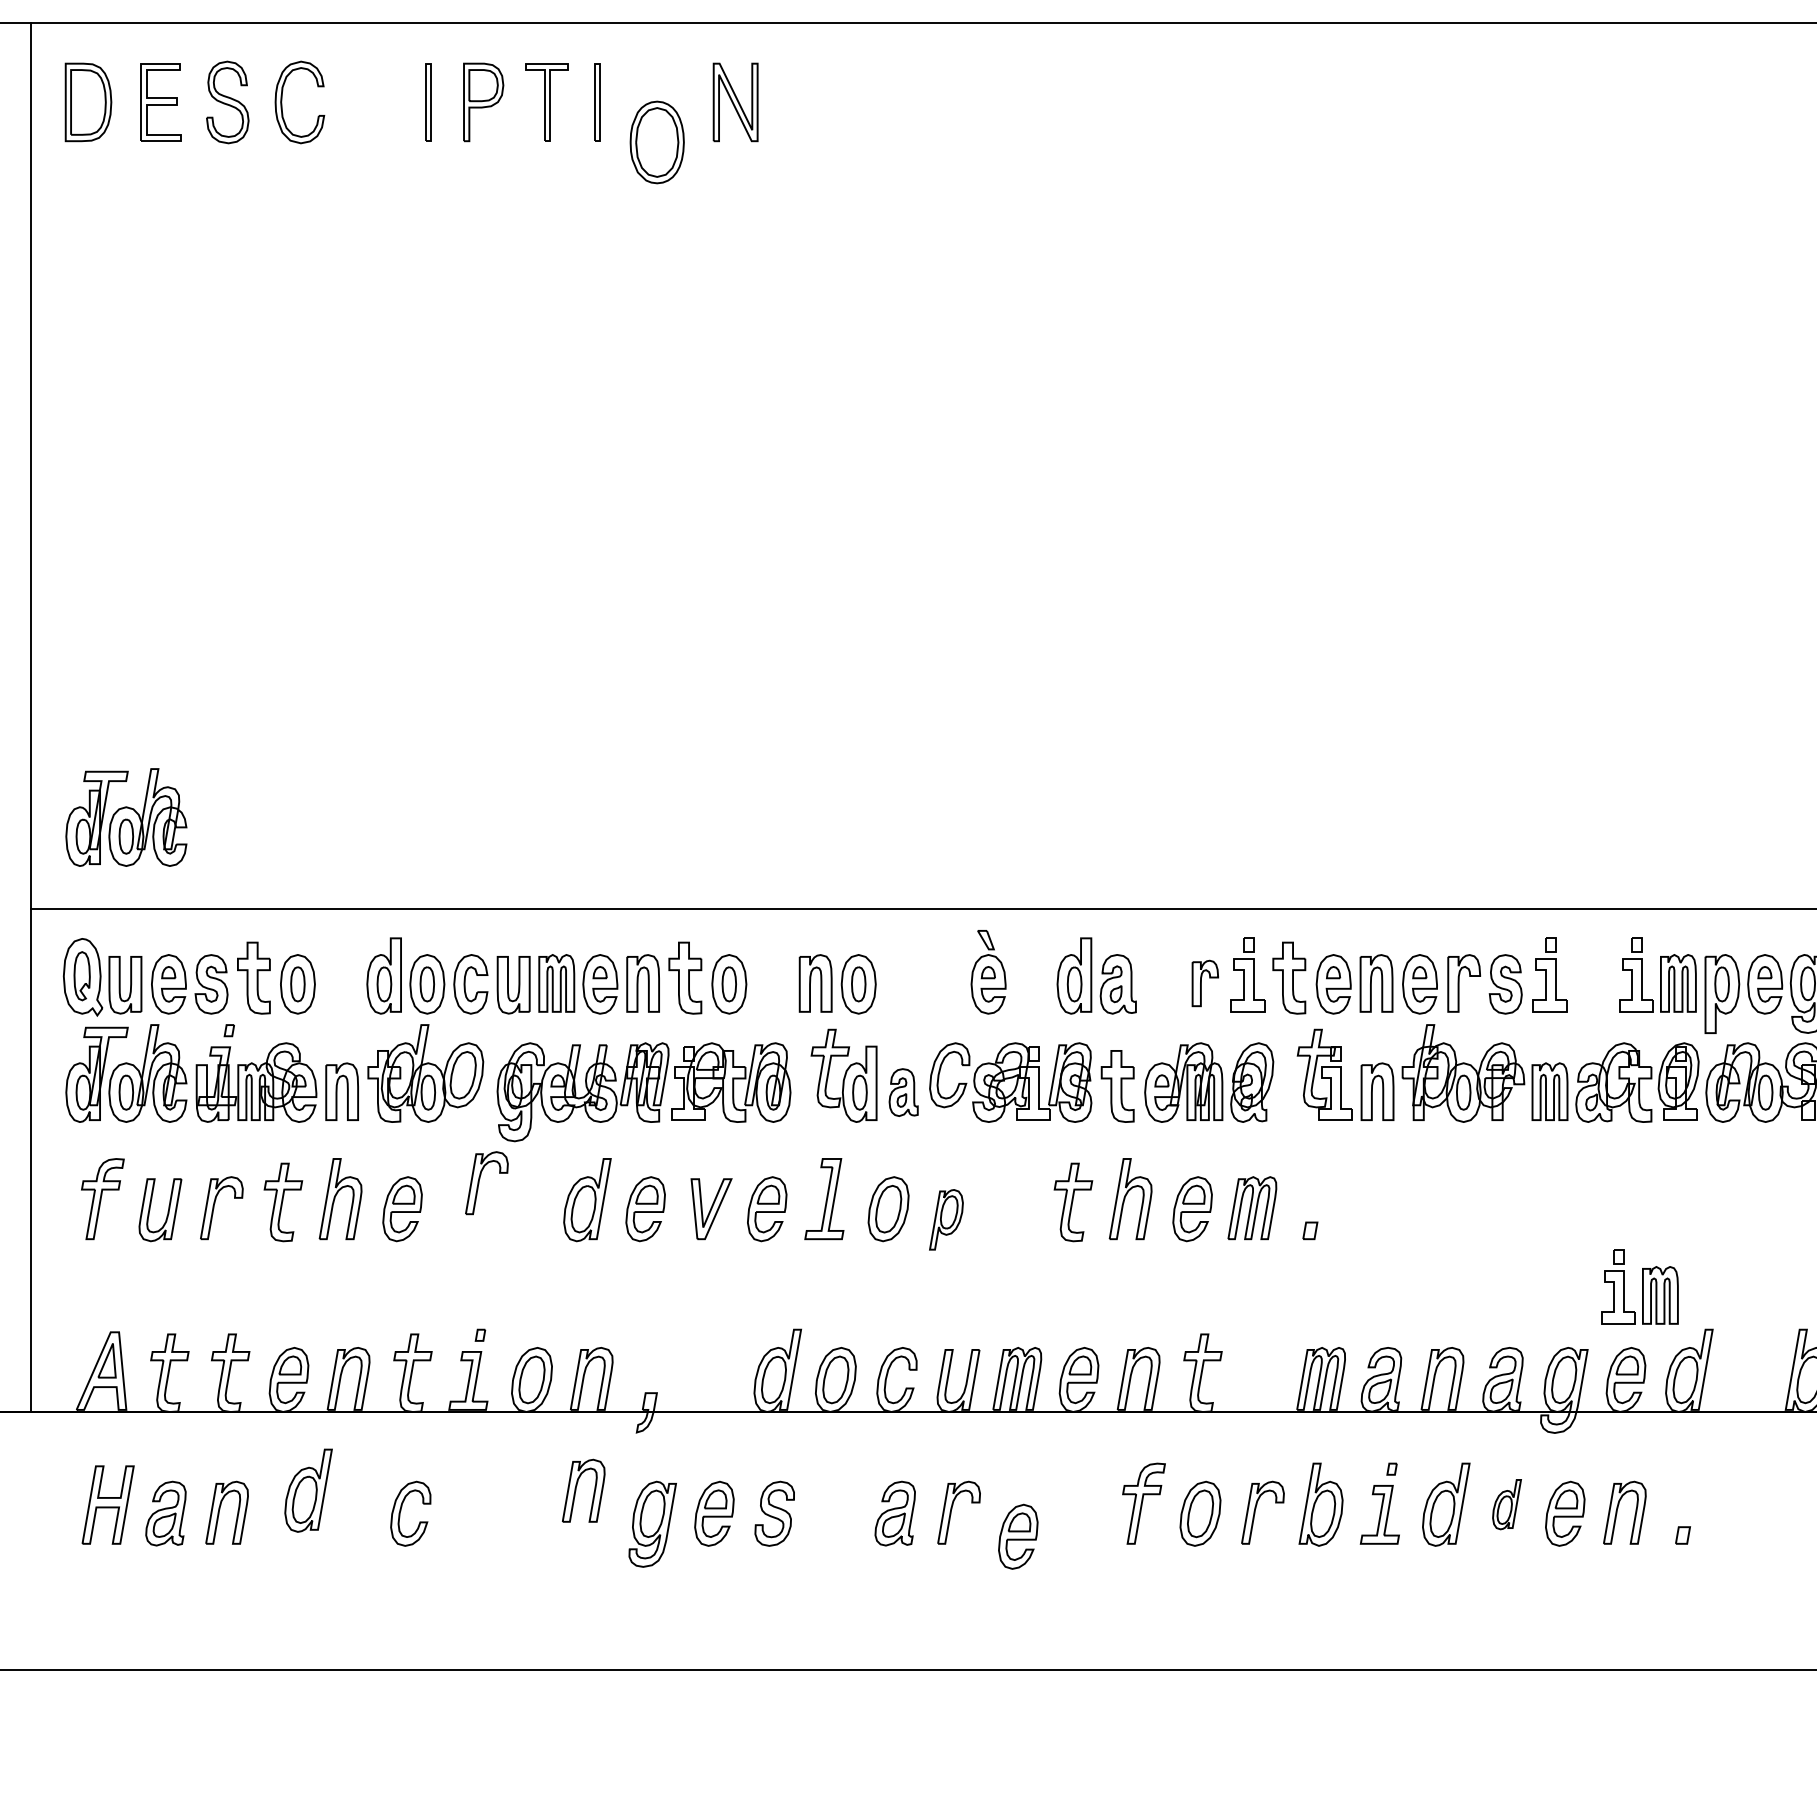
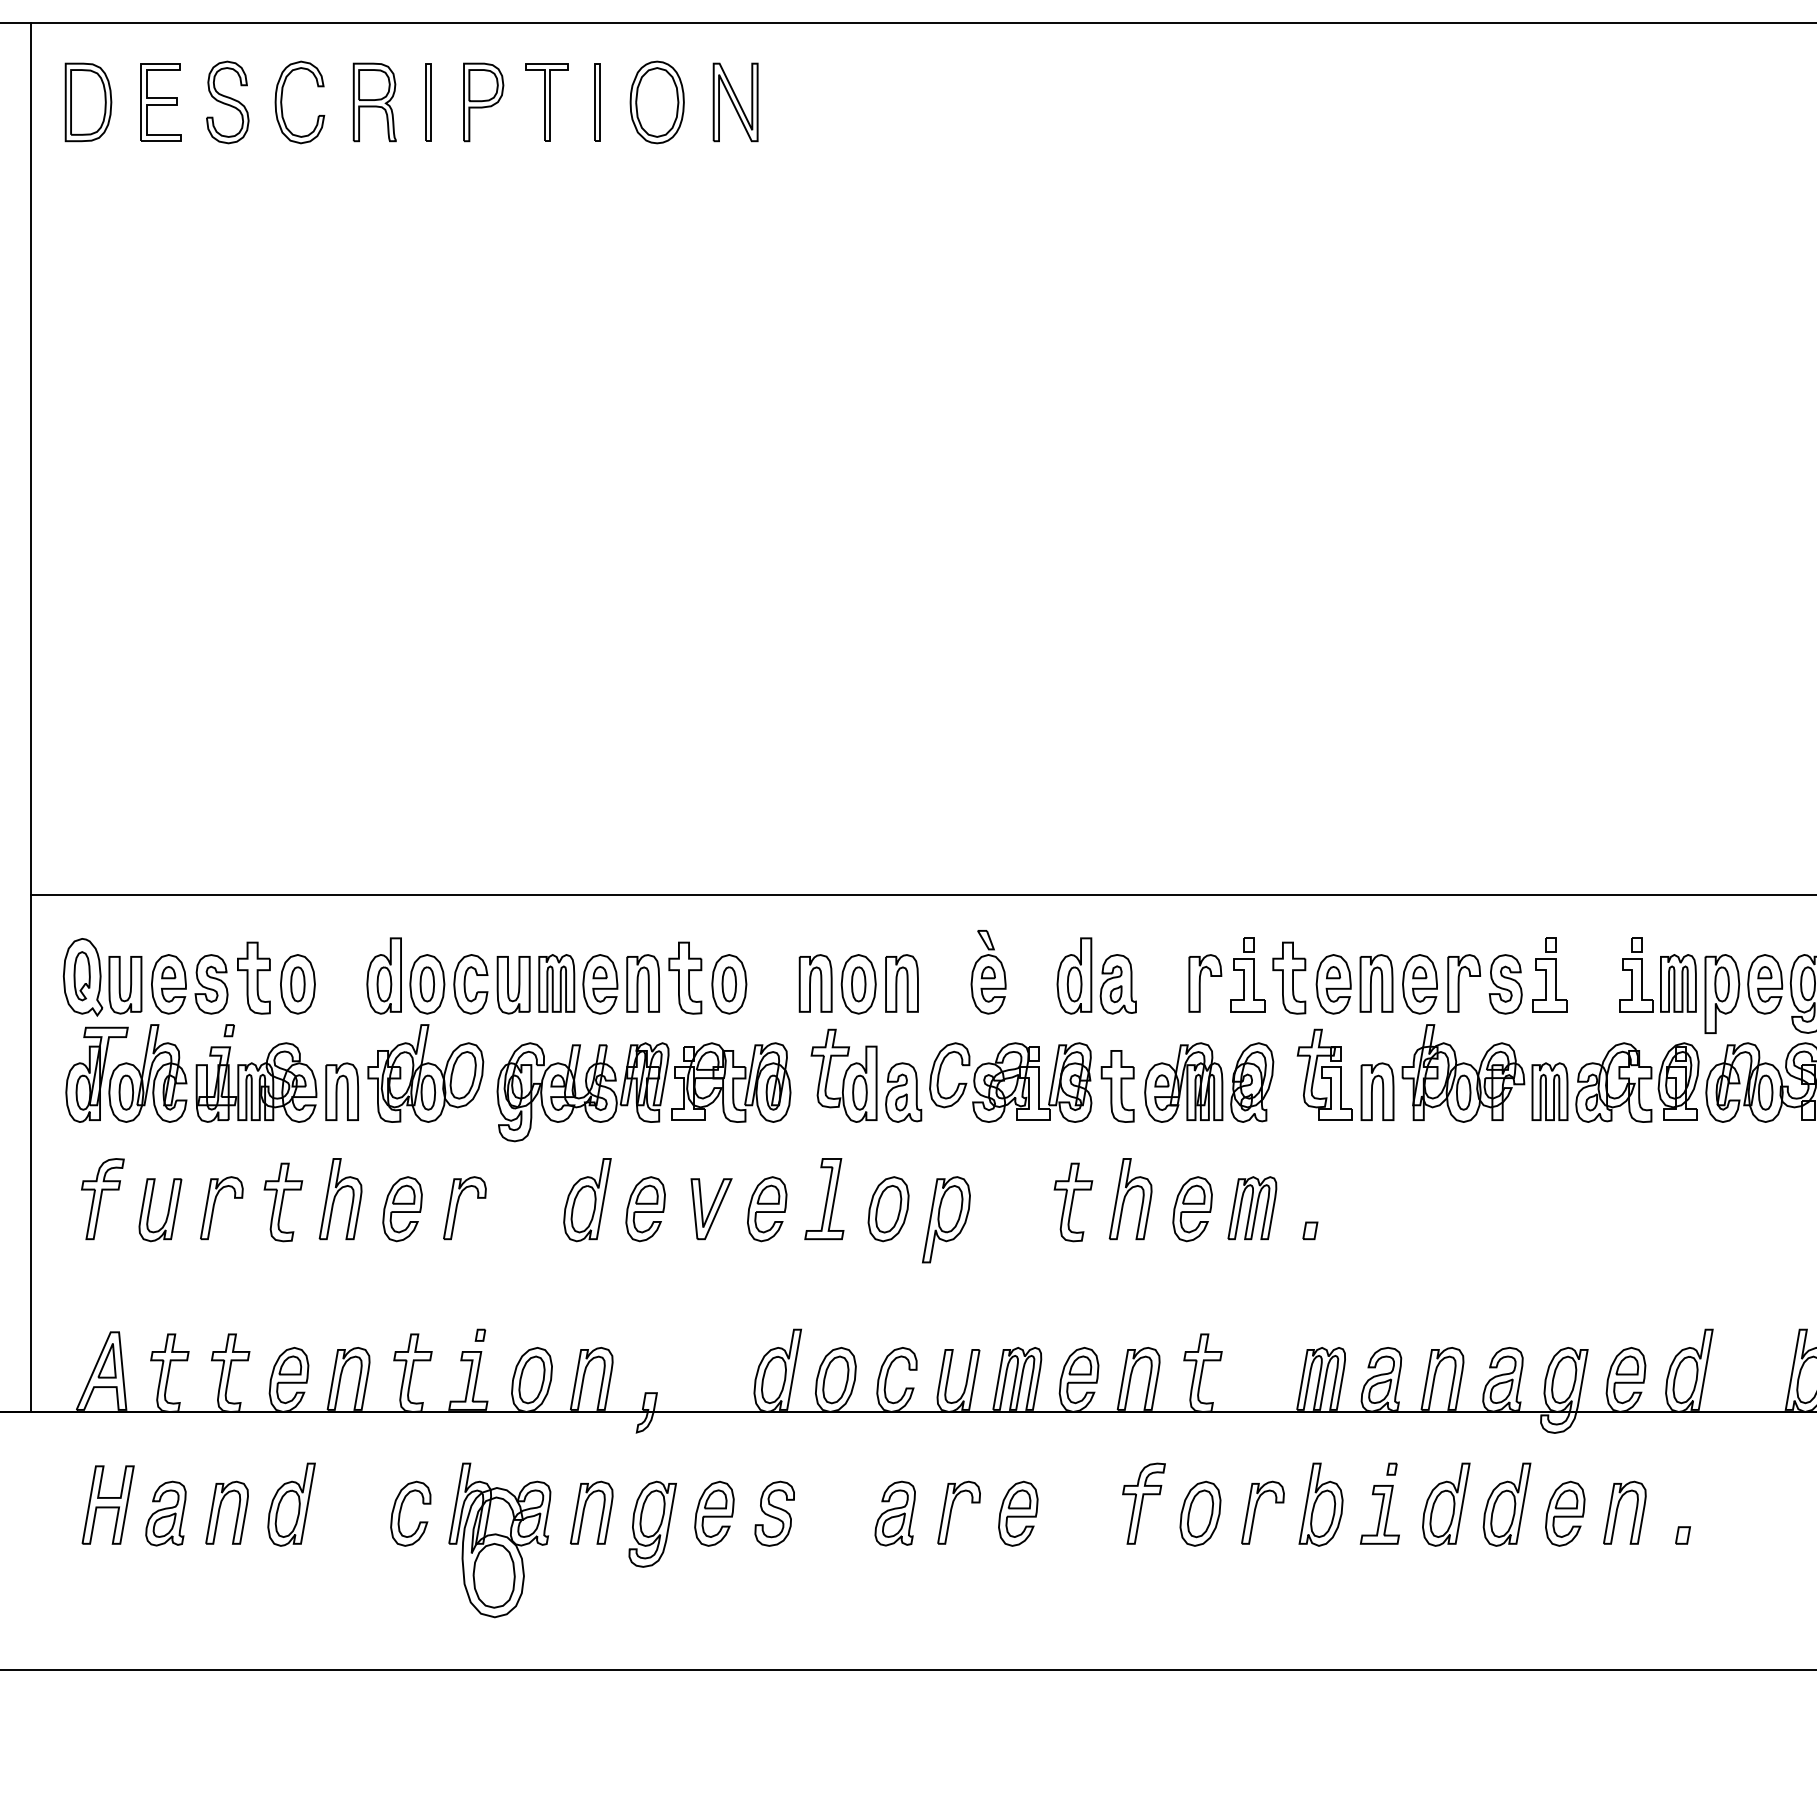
part at (374, 102): none -> present
part at (656, 142) position: (656, 142) -> (656, 102)
part at (126, 817): present -> none
line at (921, 909) position: (921, 909) -> (921, 895)
part at (901, 983): none -> present
part at (1204, 983) size: 28x49 px -> 35x59 px
part at (903, 1092) size: 31x49 px -> 38x61 px
part at (479, 1183) position: (479, 1183) -> (457, 1208)
part at (946, 1219) size: 35x62 px -> 49x88 px
part at (1639, 1286): present -> none
part at (308, 1490) position: (308, 1490) -> (291, 1504)
part at (576, 1490) position: (576, 1490) -> (584, 1512)
part at (1506, 1504) size: 30x52 px -> 50x85 px
part at (1018, 1536) position: (1018, 1536) -> (1018, 1513)
part at (499, 1540): none -> present
